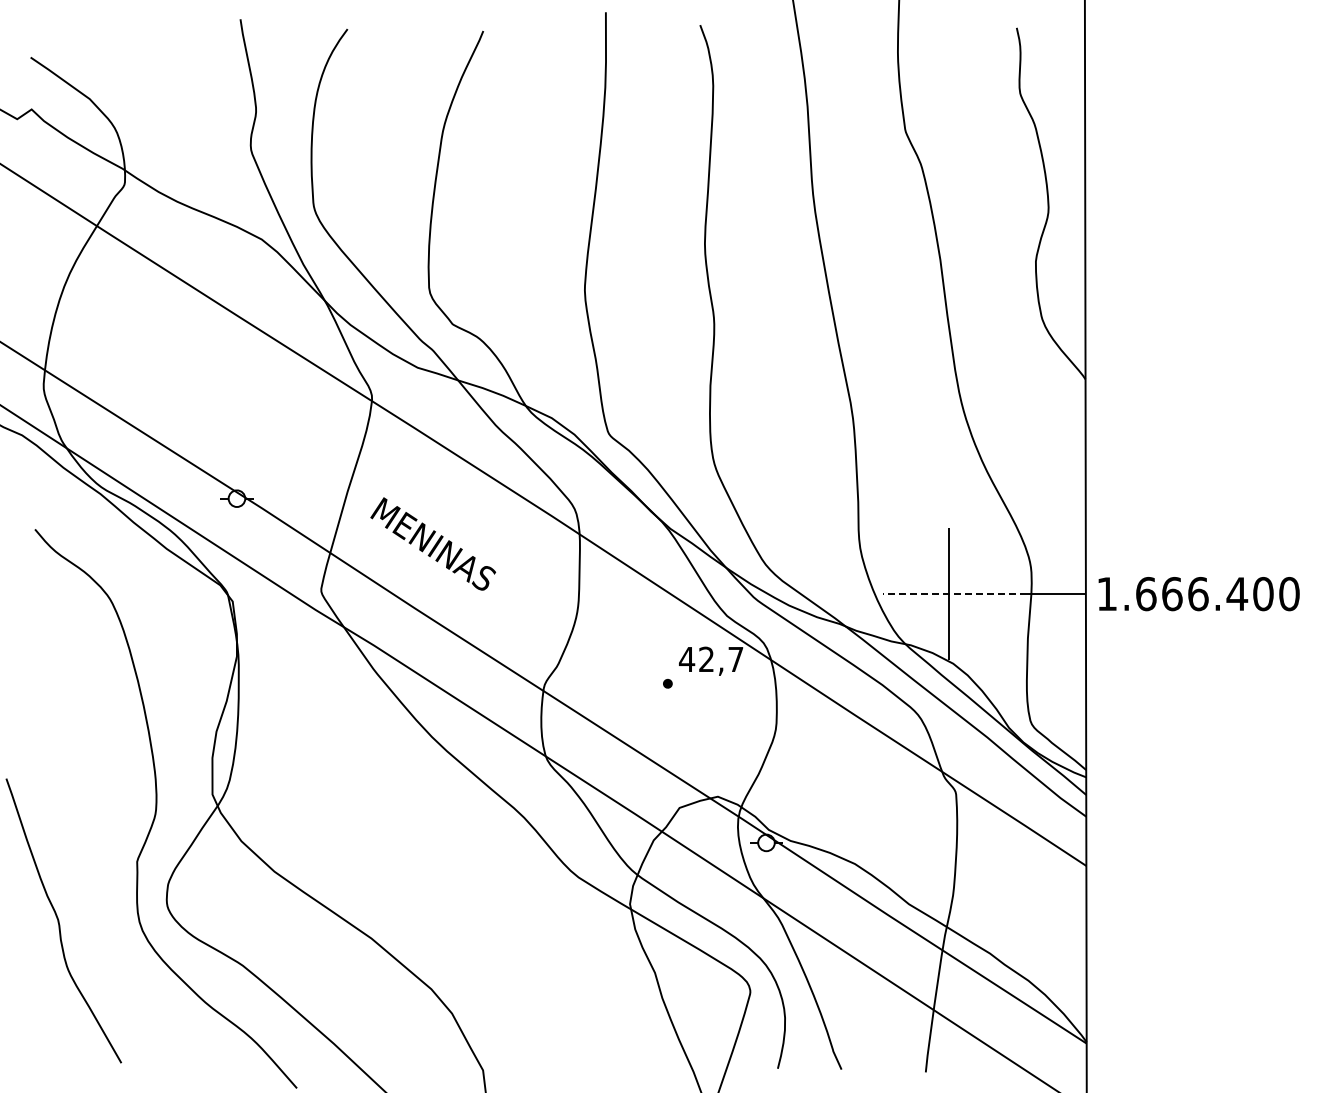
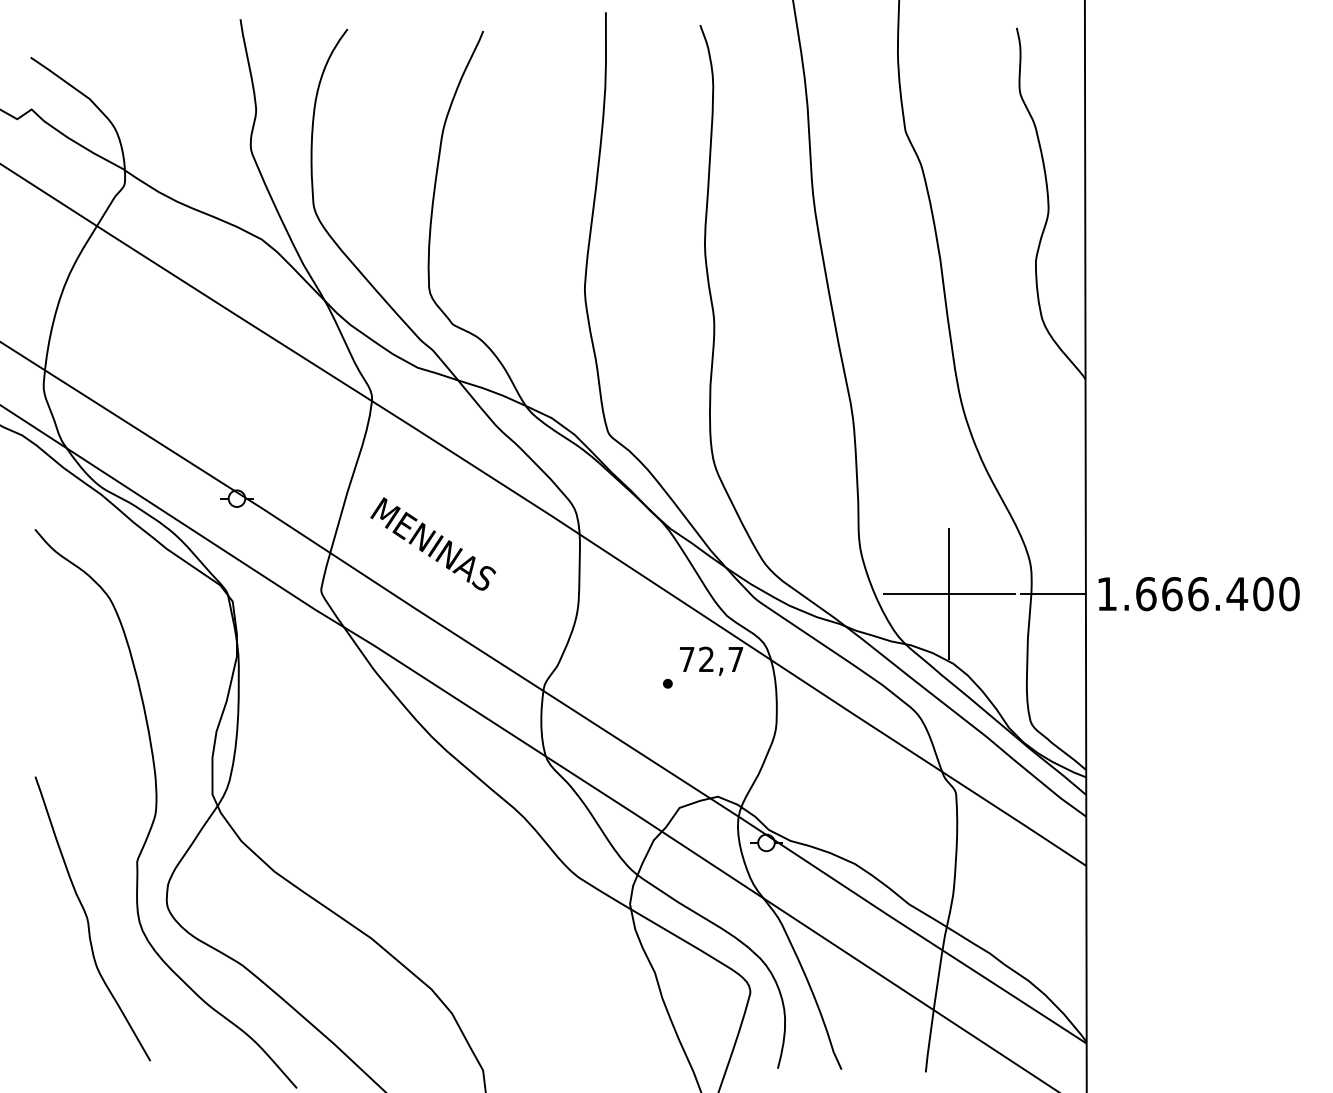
line at (948, 594): dashed -> solid
text at (687, 659): 42,7 -> 72,7
curve at (59, 920) position: (59, 920) -> (88, 918)
